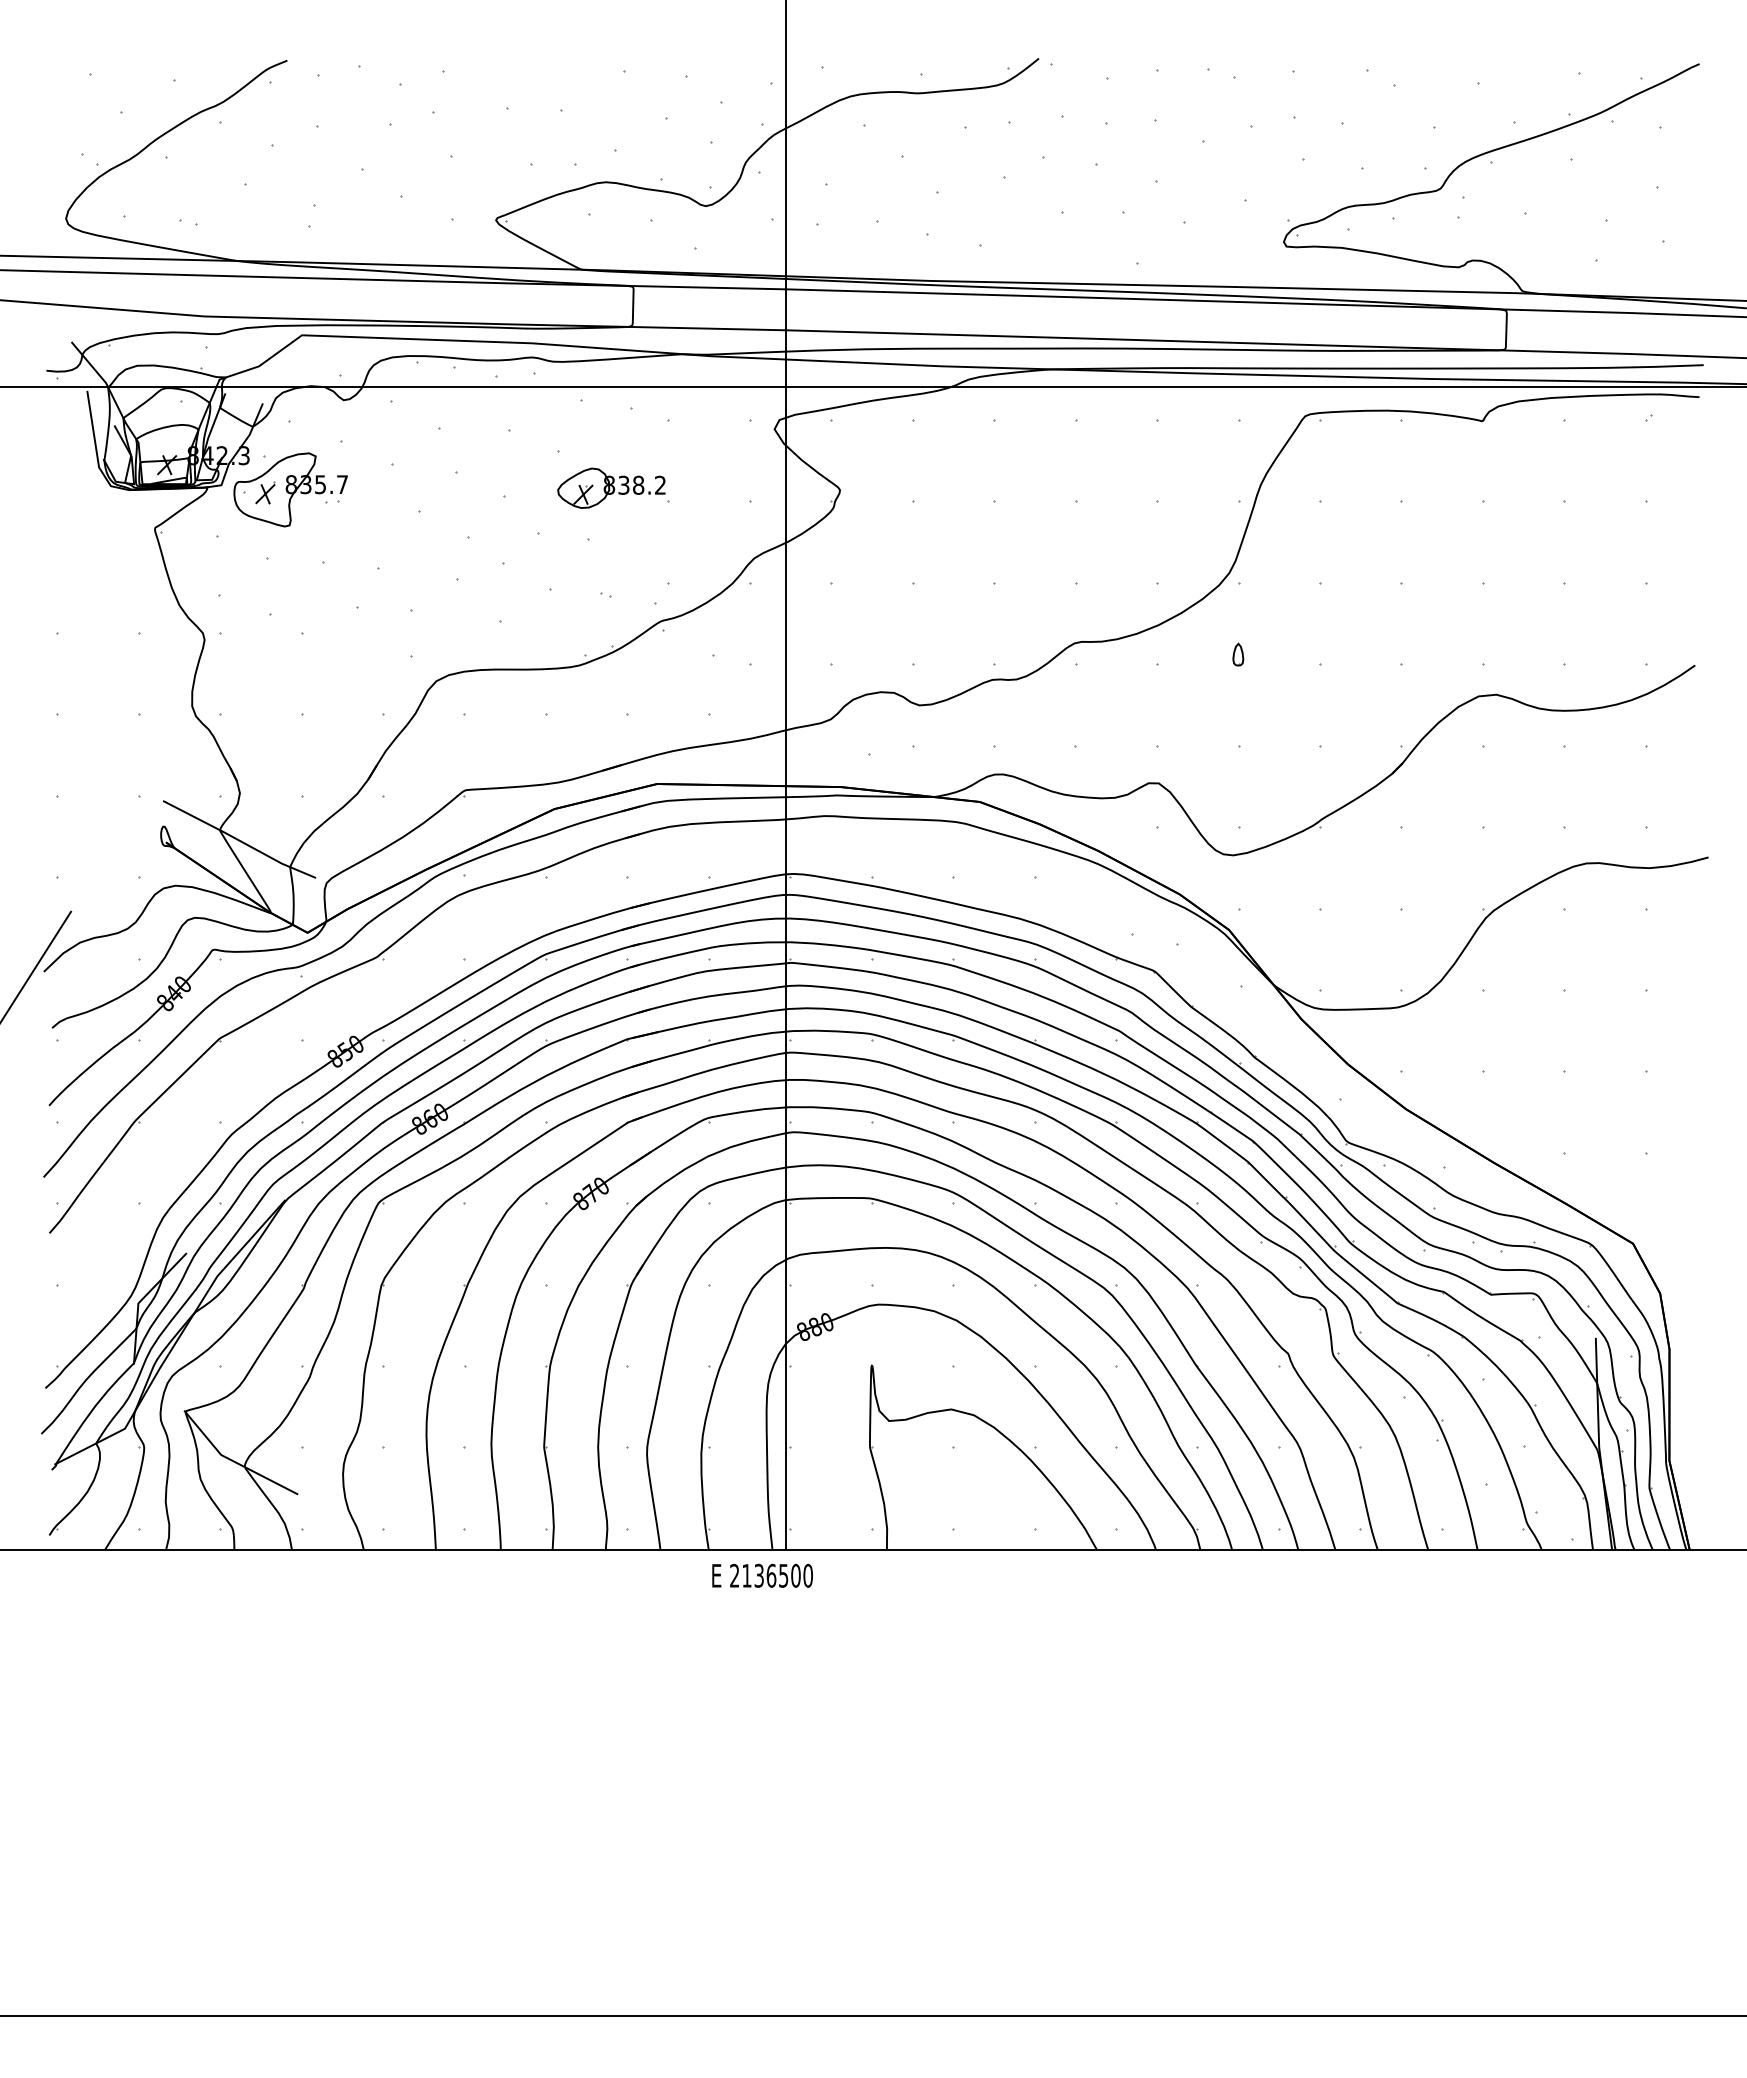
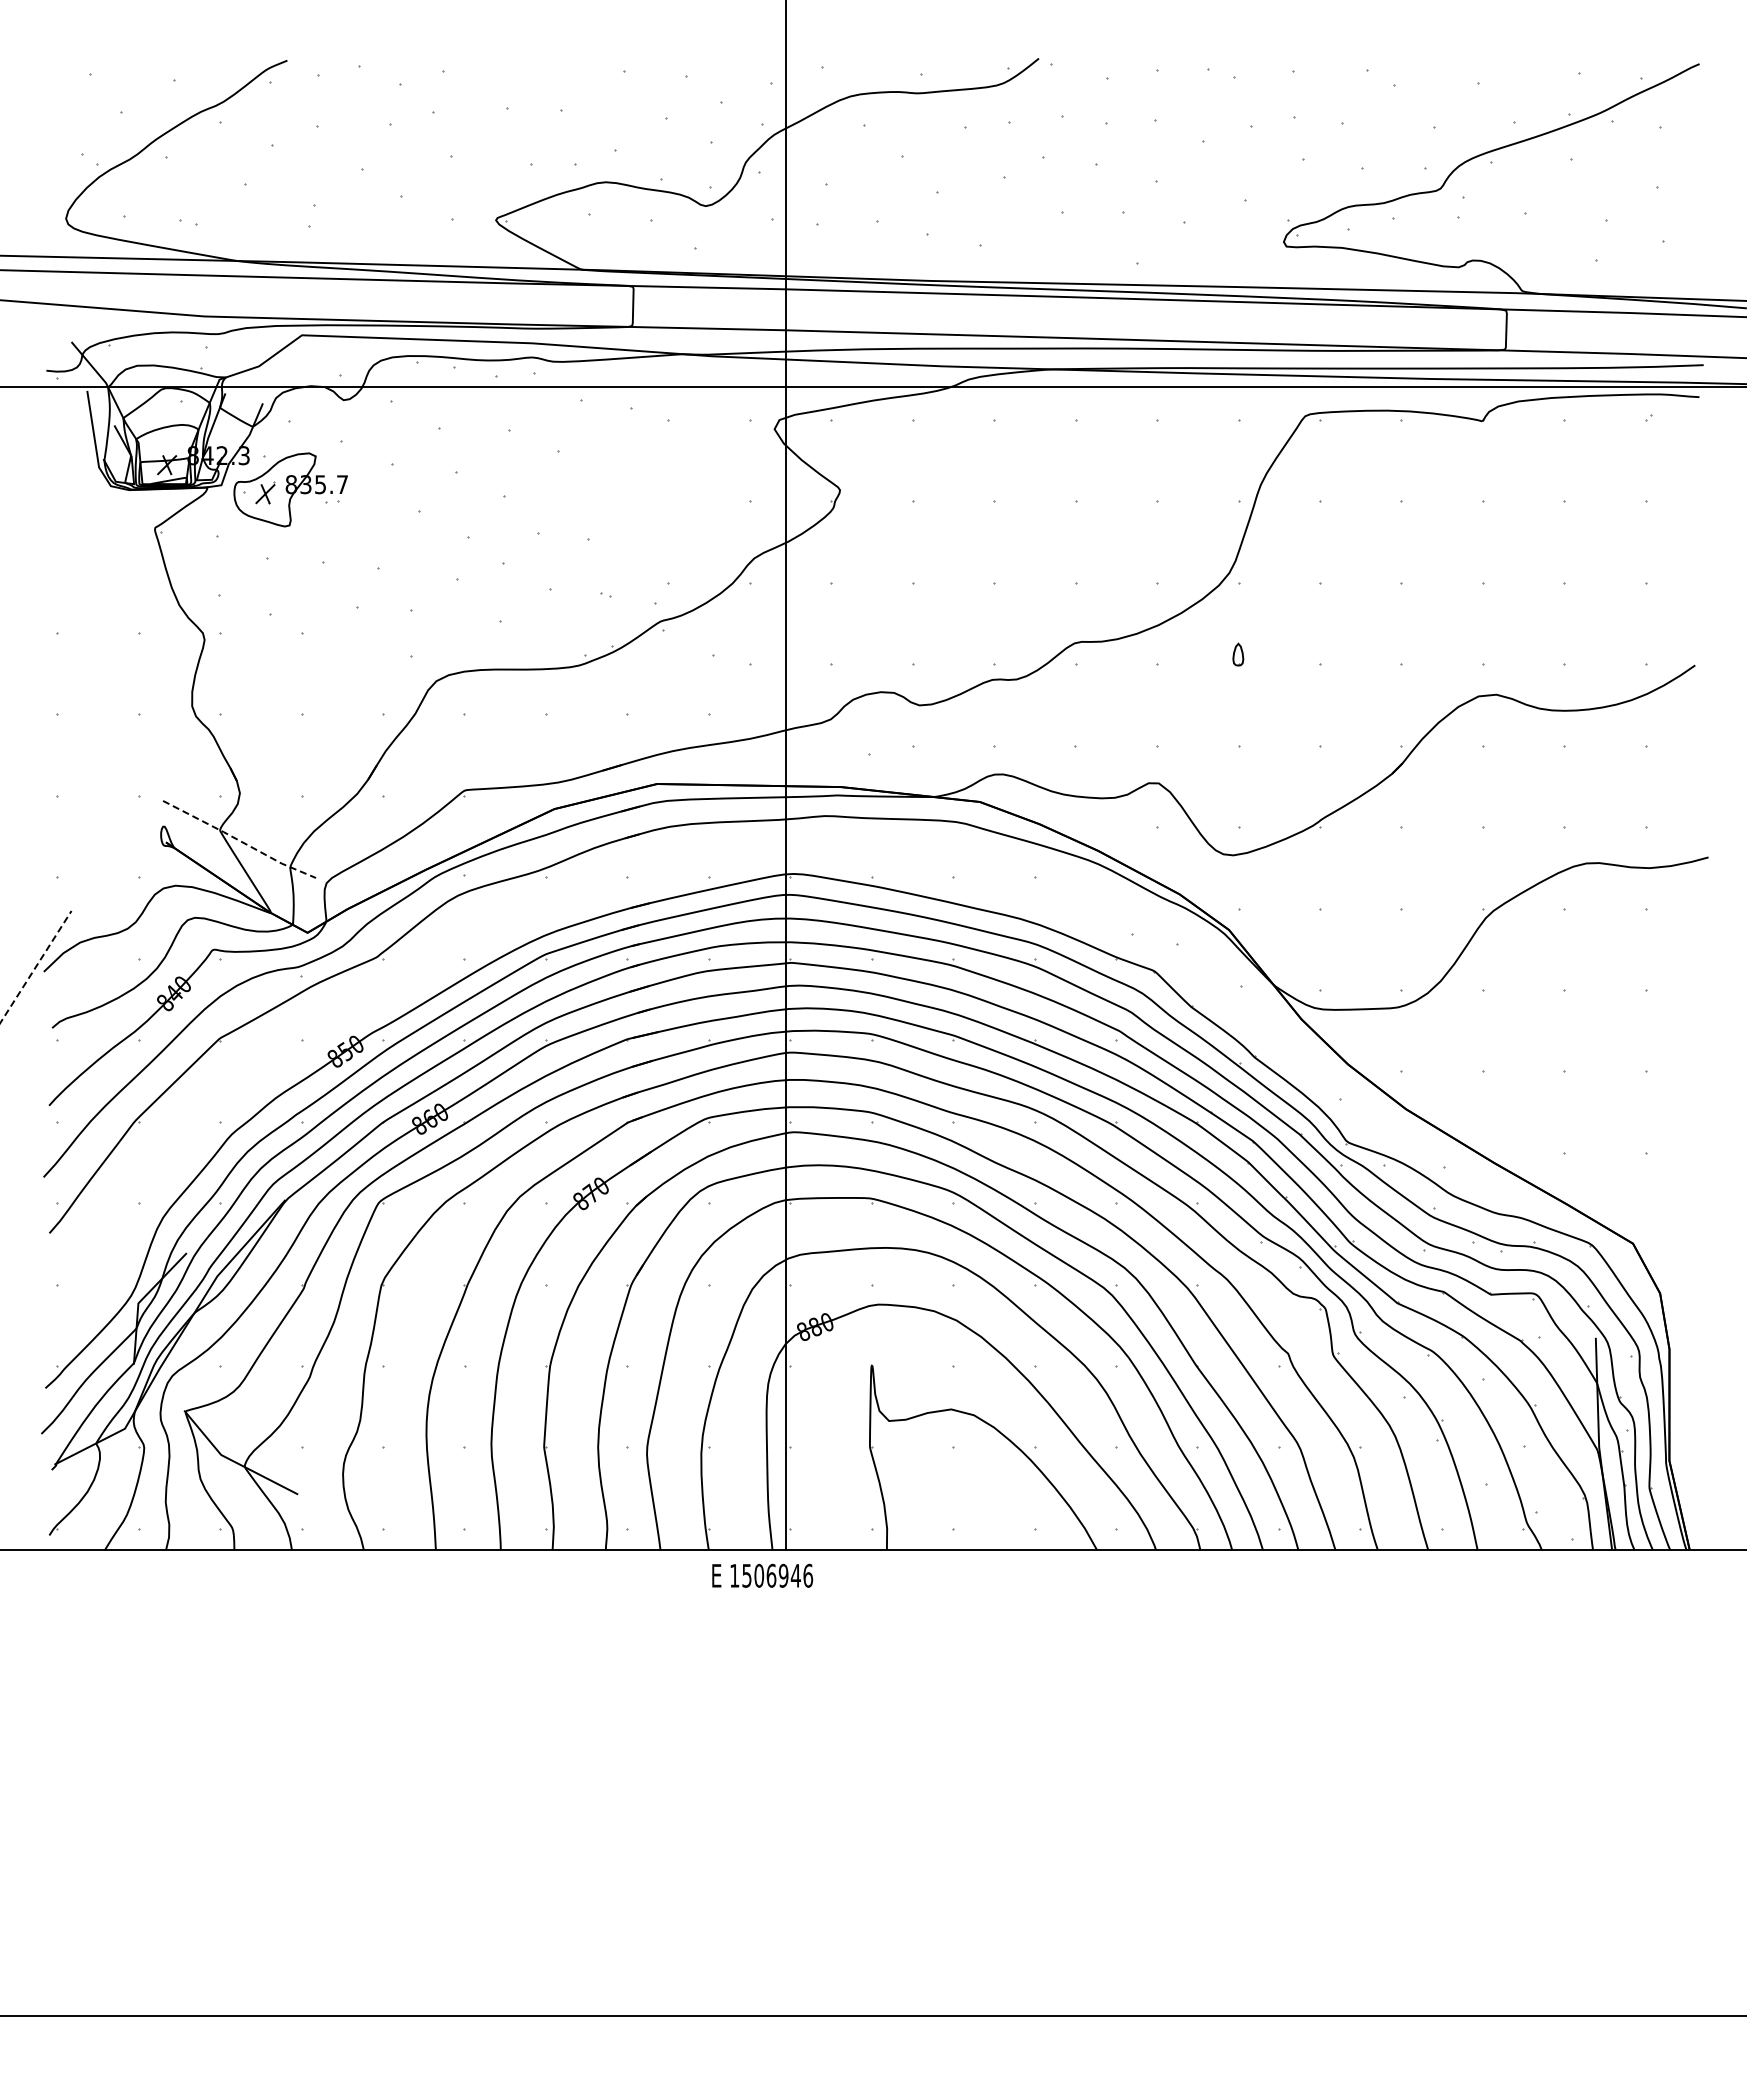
part at (613, 487): present -> none
line at (239, 840): solid -> dashed
line at (36, 966): solid -> dashed
text at (771, 1575): 2136500 -> 1506946
